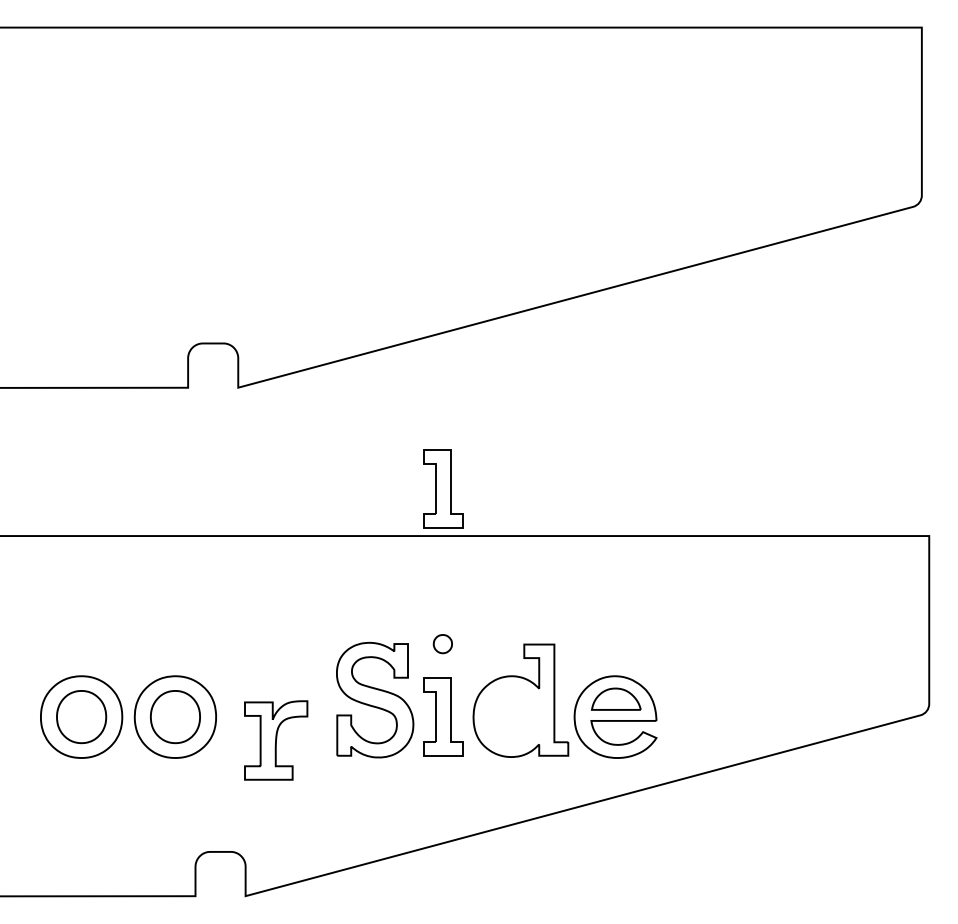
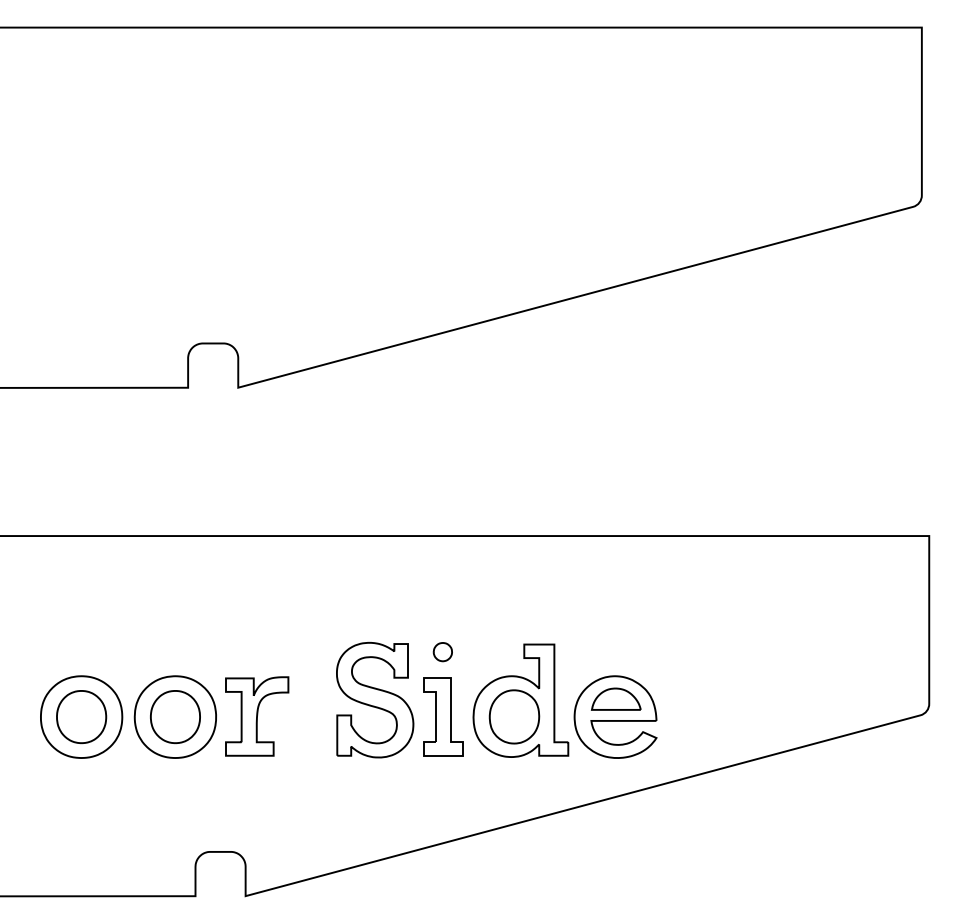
part at (443, 488): present -> none
part at (442, 644) position: (442, 644) -> (442, 652)
part at (514, 716): none -> present
part at (276, 740) position: (276, 740) -> (257, 716)
